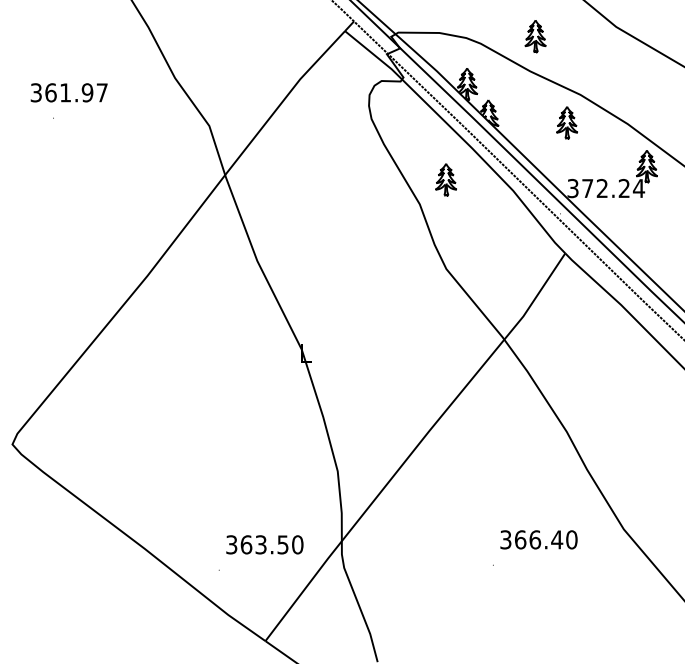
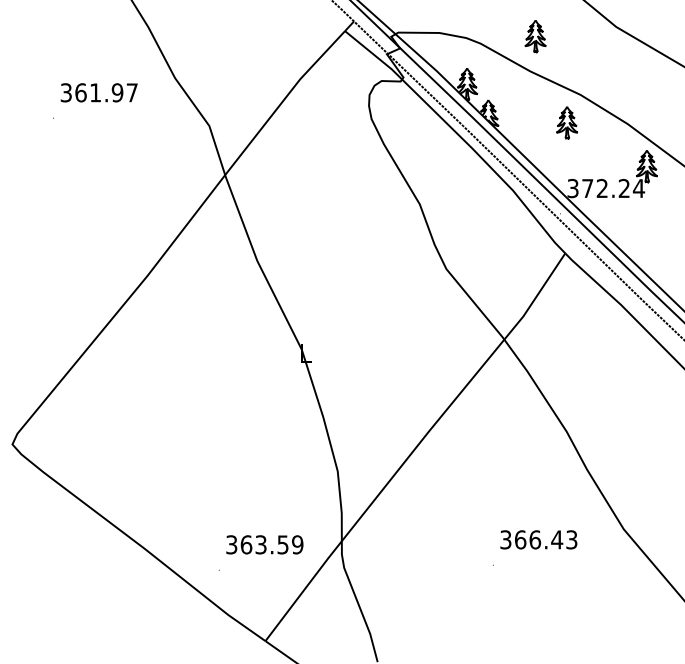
text at (68, 92) position: (68, 92) -> (98, 92)
part at (445, 179): present -> none
text at (571, 539): 366.40 -> 366.43
text at (297, 544): 363.50 -> 363.59
